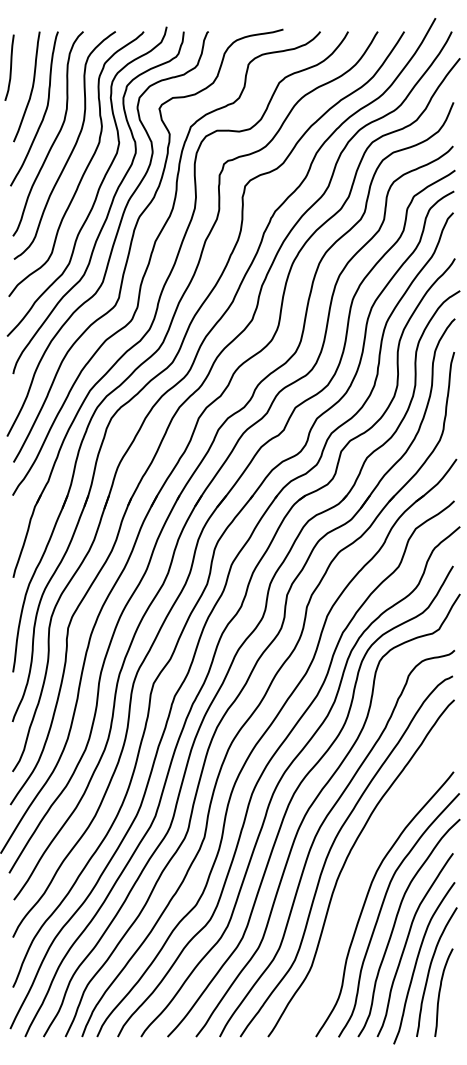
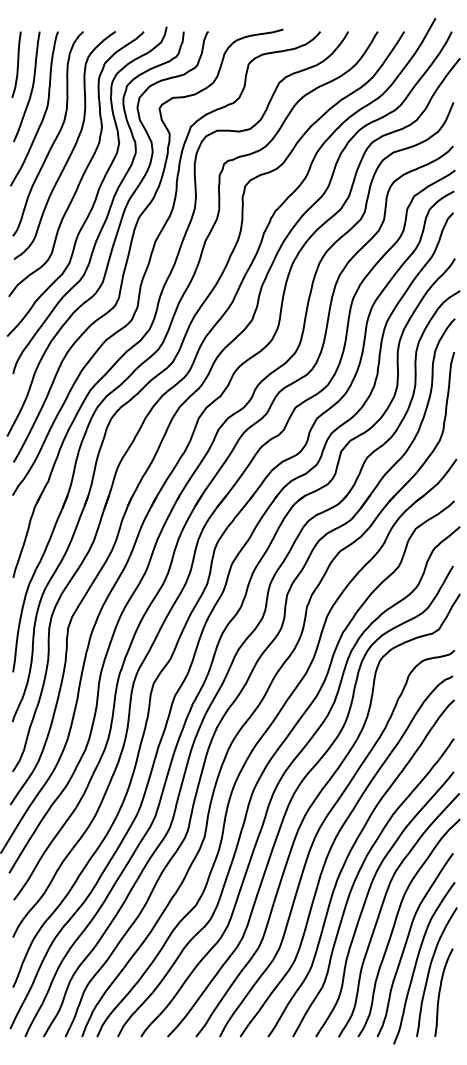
curve at (10, 67) position: (10, 67) -> (17, 64)
curve at (355, 882): none -> present
